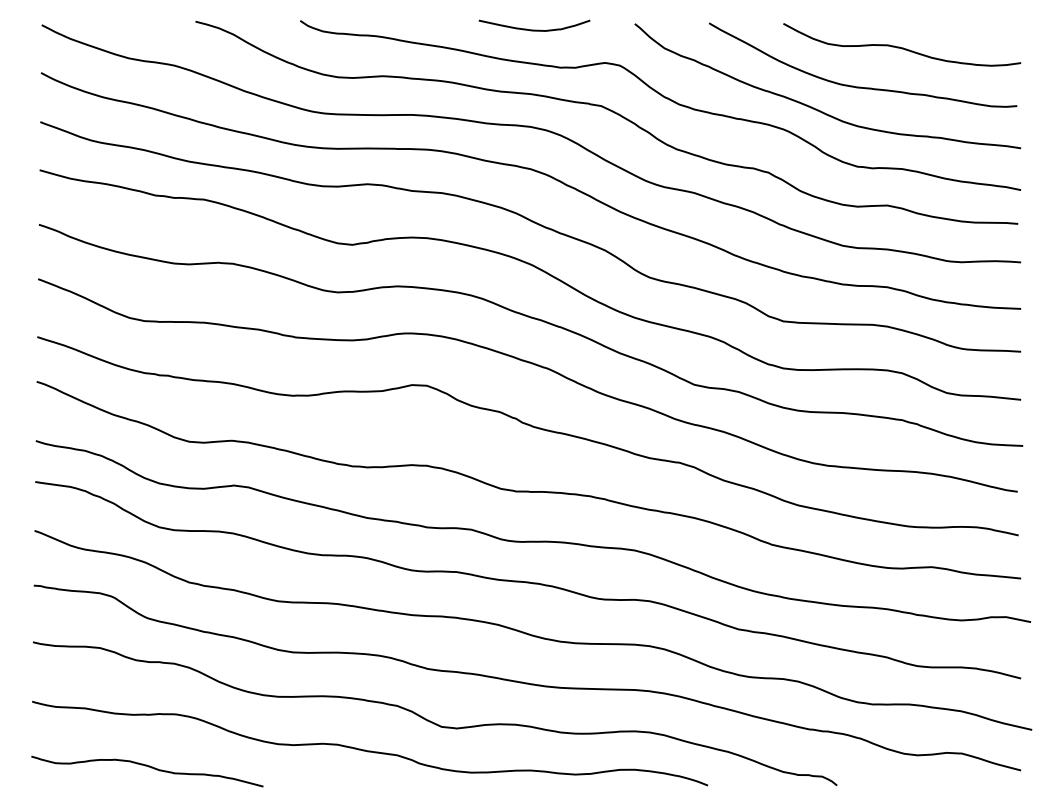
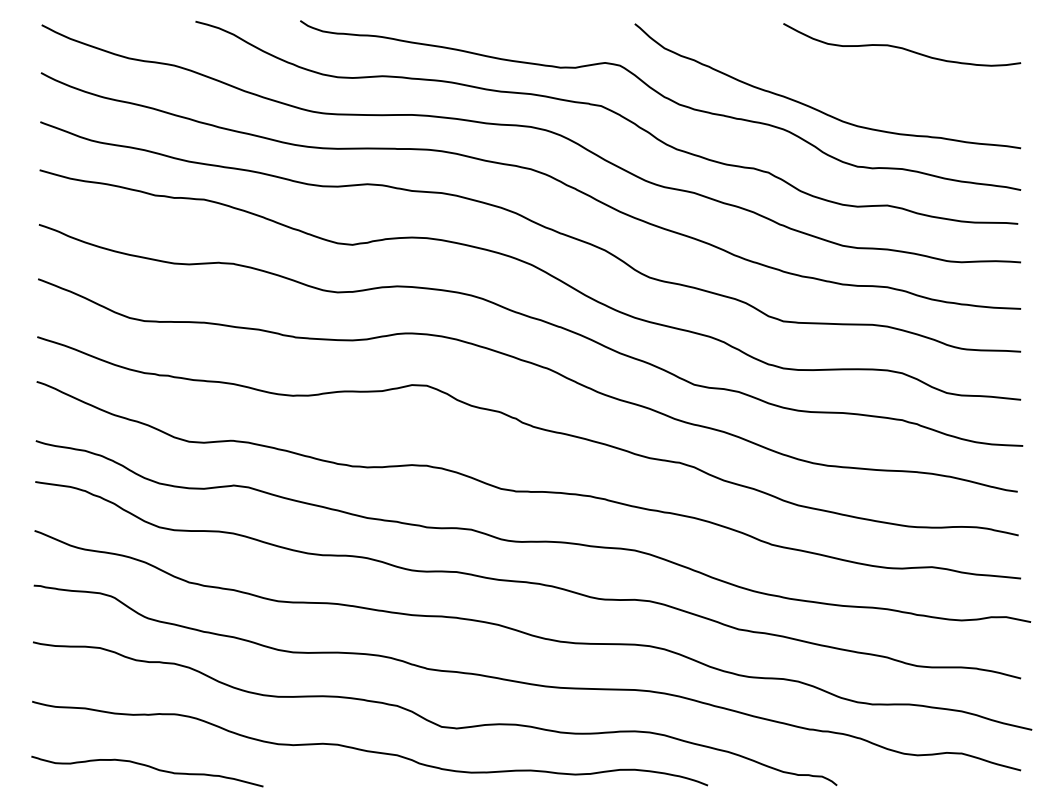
curve at (534, 29): present -> none
curve at (861, 86): present -> none
